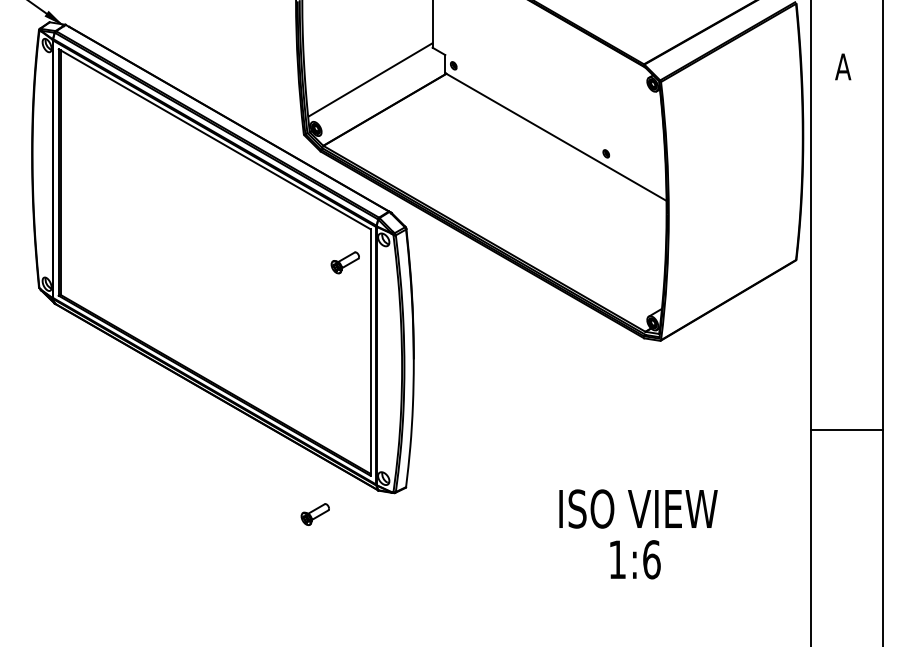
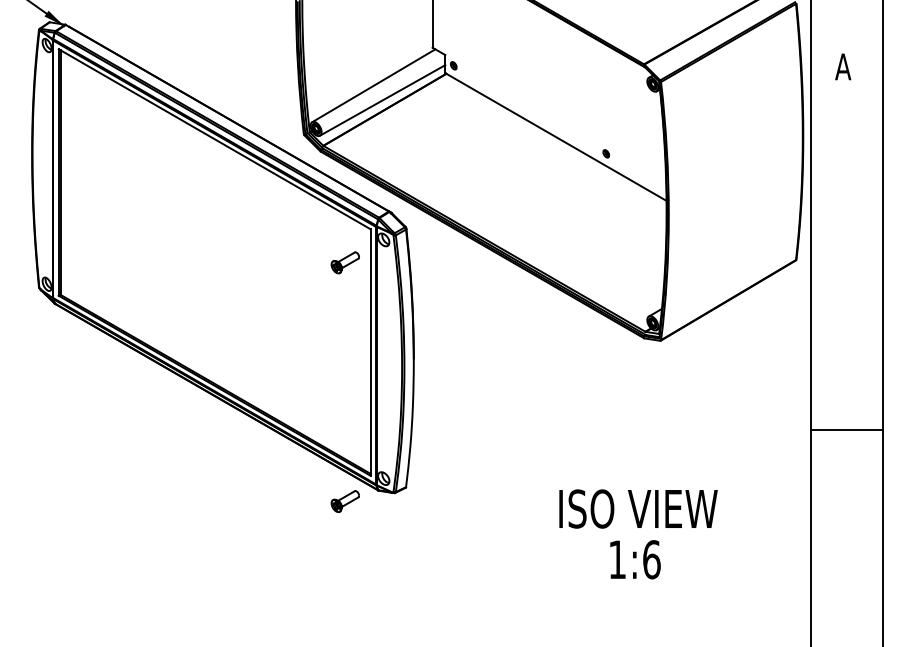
line at (370, 79) position: (370, 79) -> (373, 85)
line at (382, 100): none -> present
part at (314, 514) position: (314, 514) -> (344, 501)
